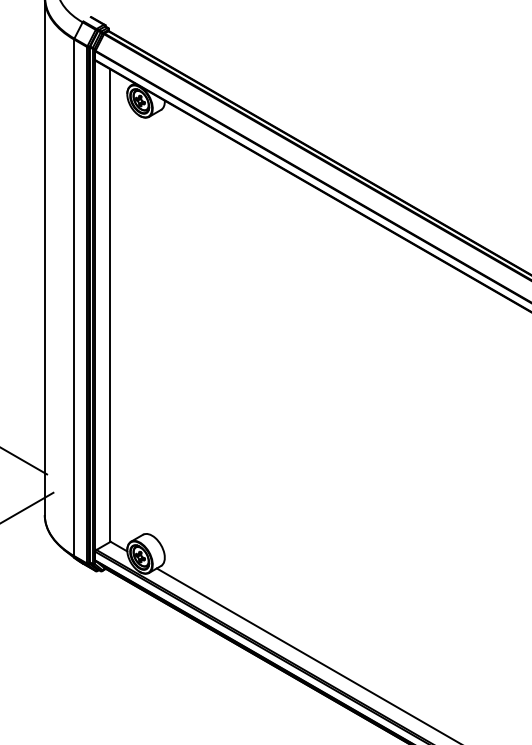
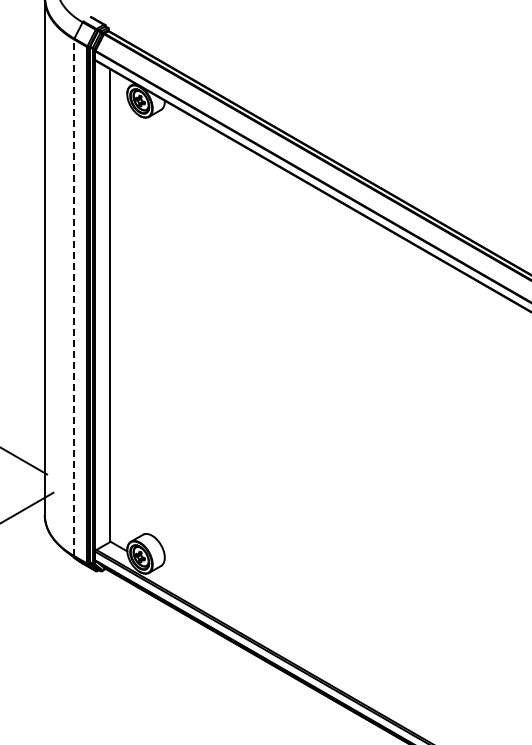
line at (74, 297): solid -> dashed
line at (306, 654): present -> none
